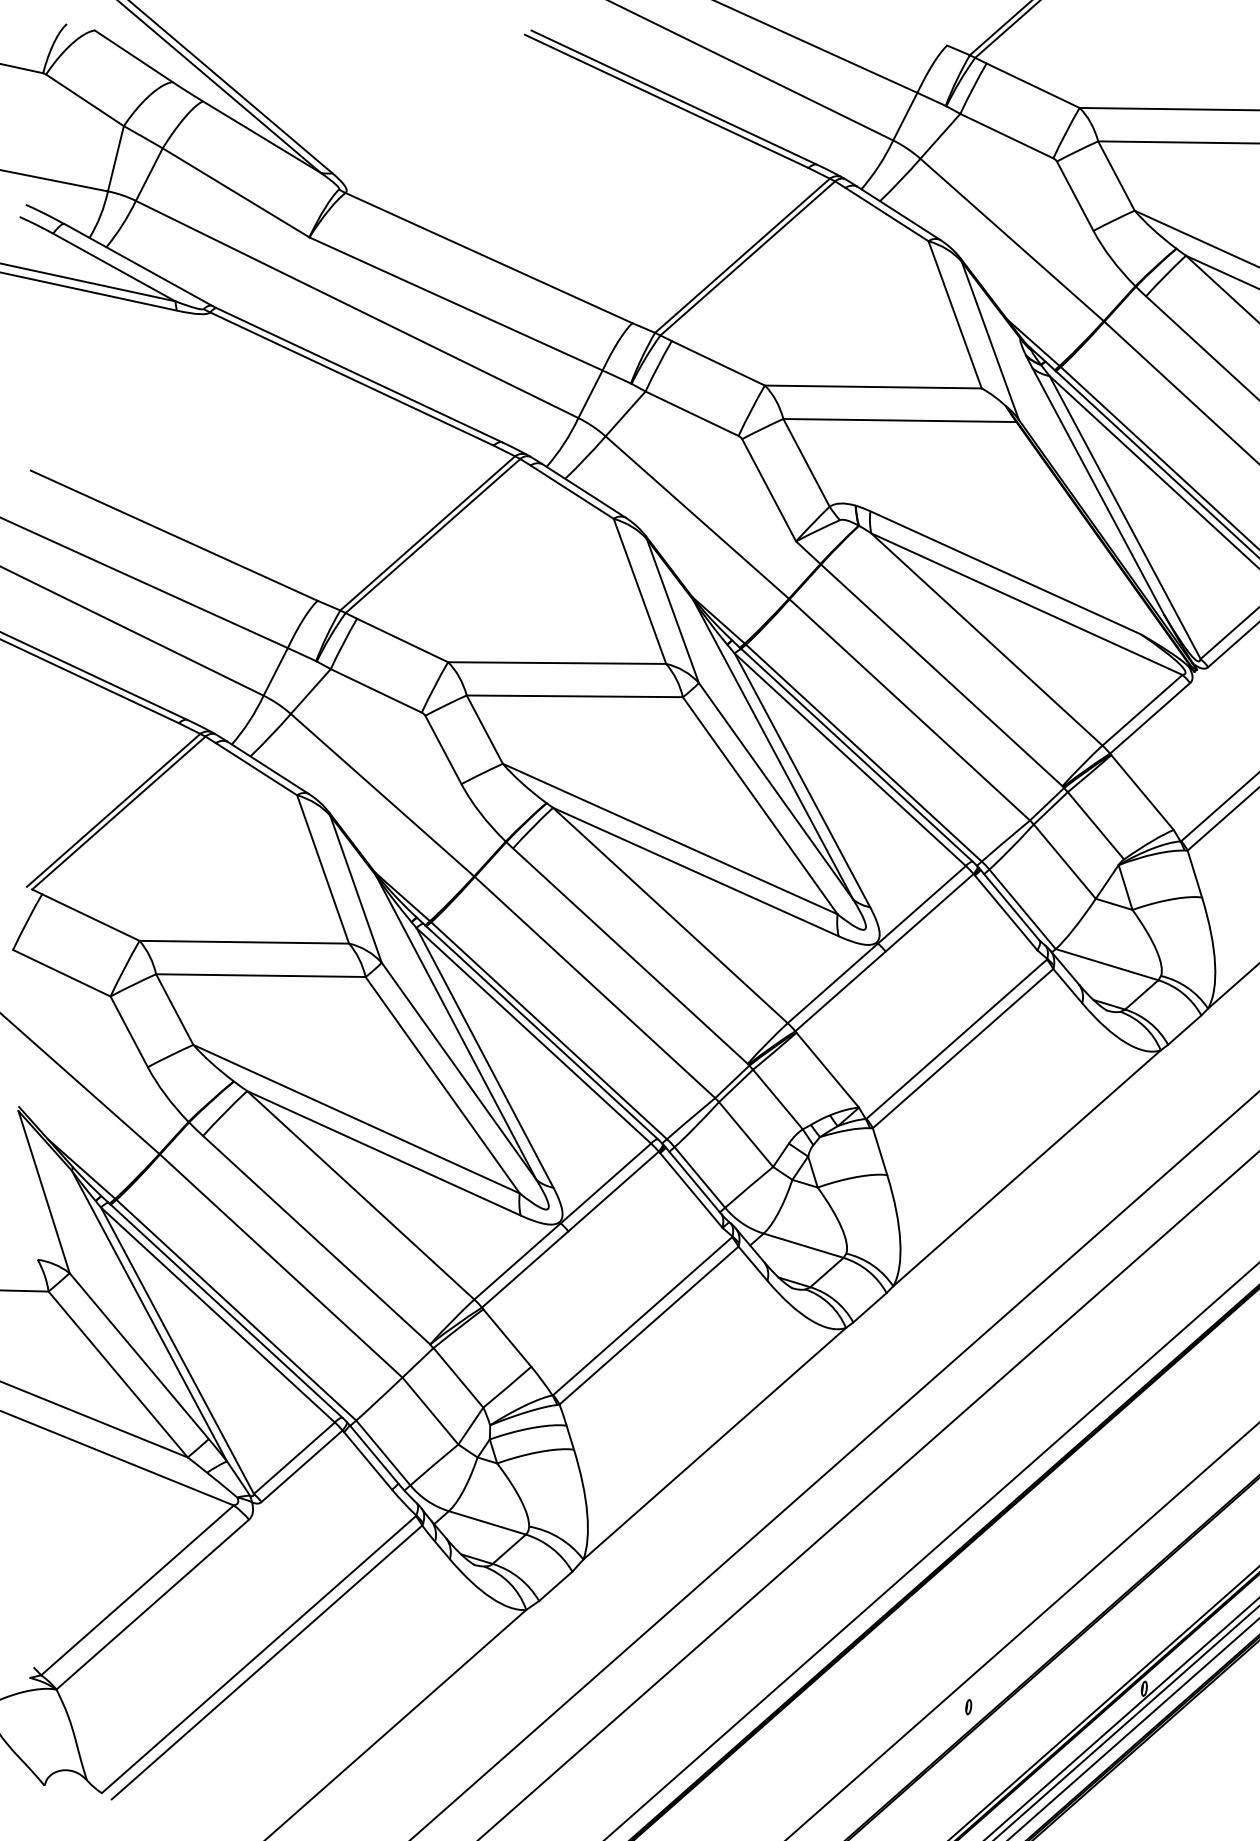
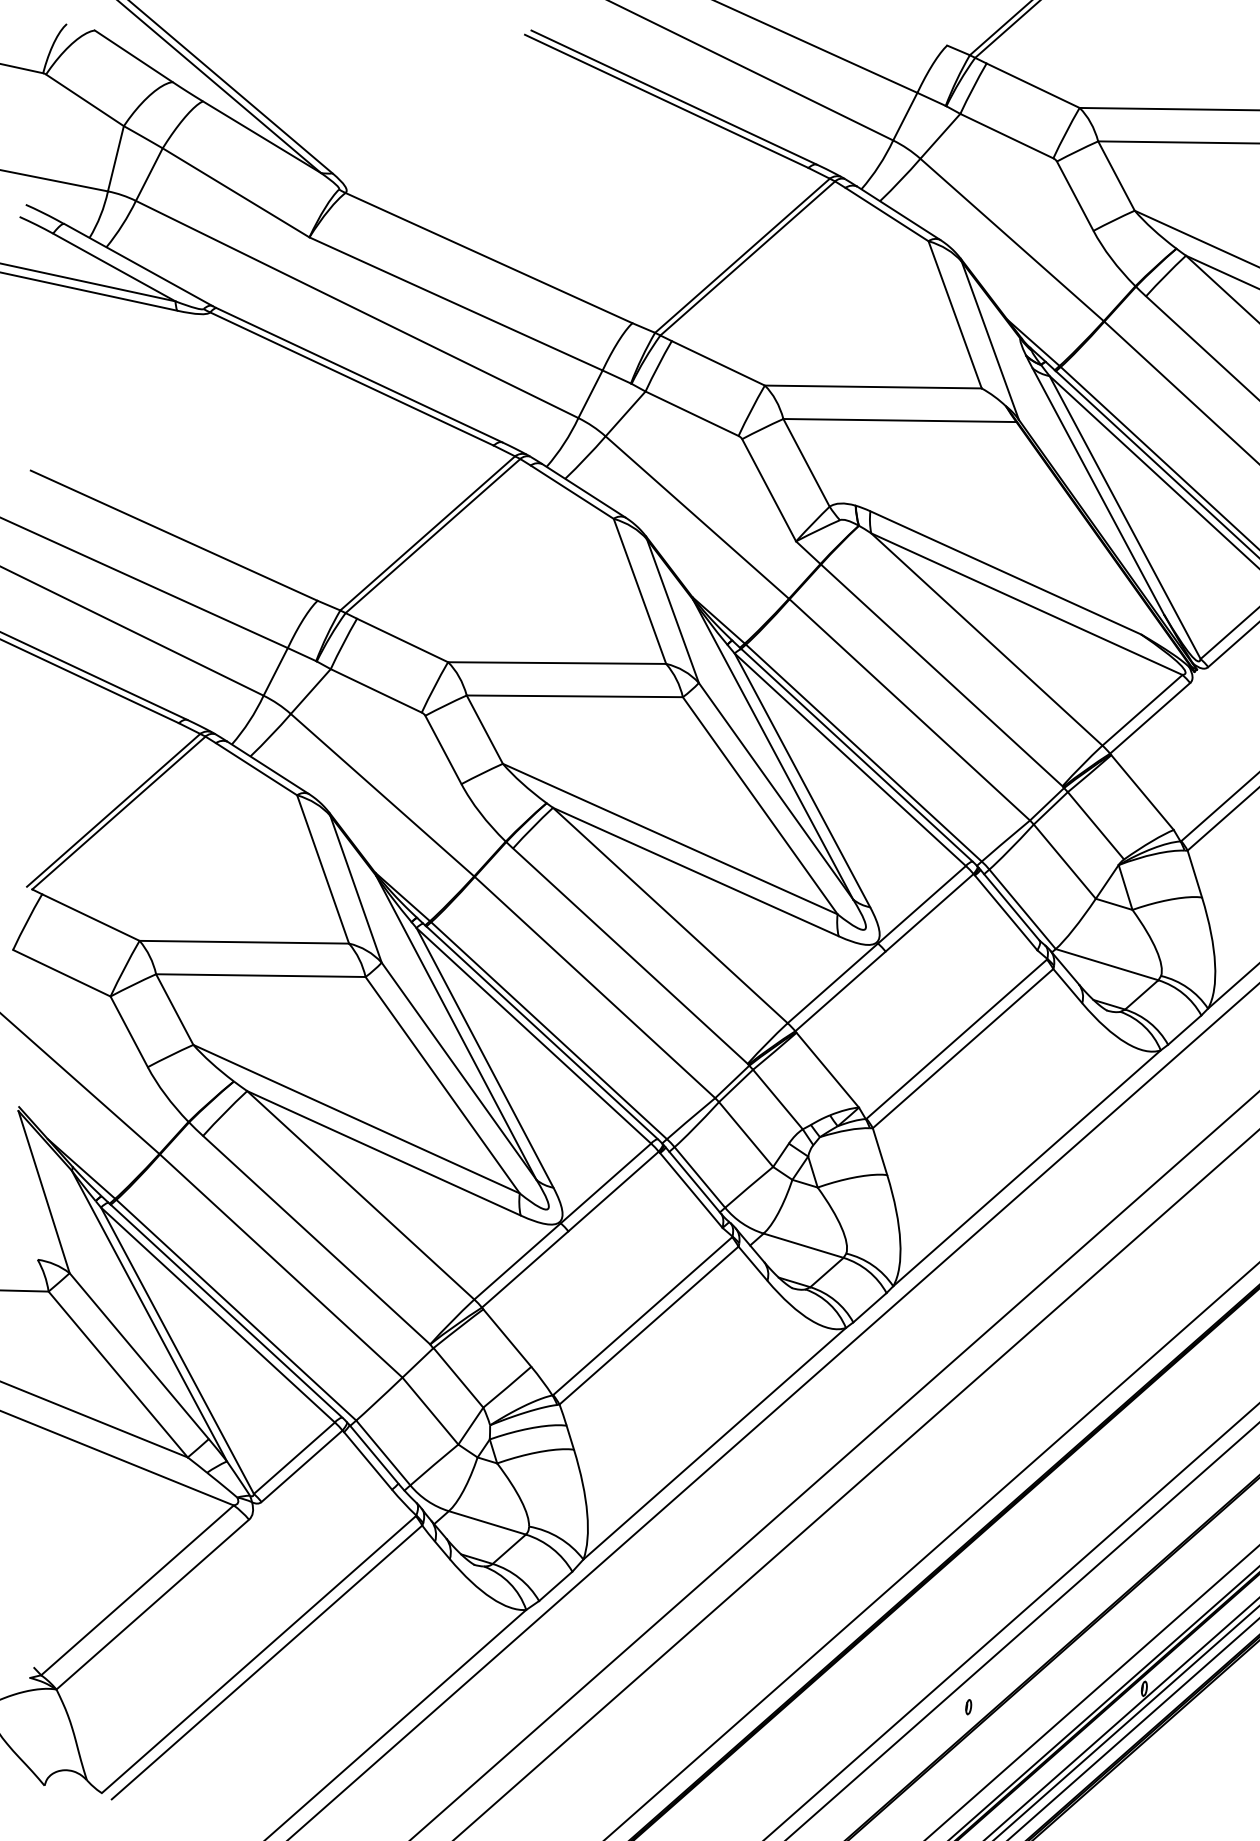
line at (773, 1411): none -> present
line at (868, 1495) position: (868, 1495) -> (856, 1484)
line at (1011, 1621): none -> present
line at (1092, 1692): none -> present
